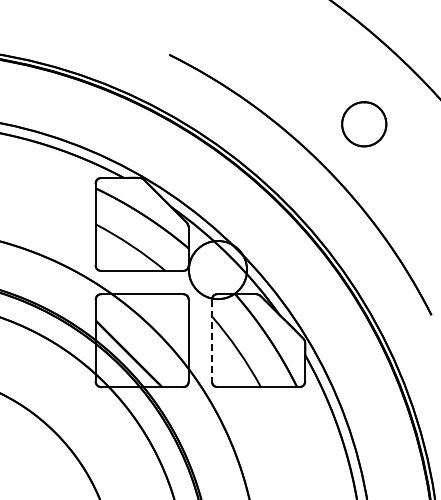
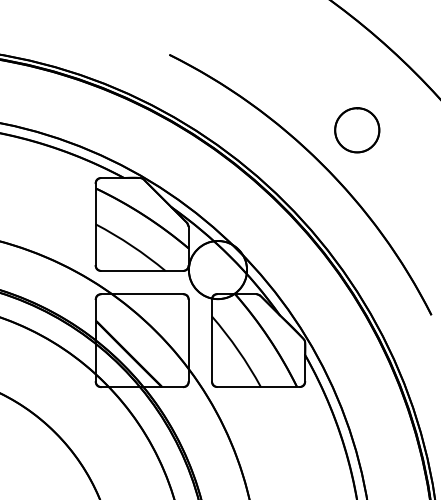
part at (364, 124) position: (364, 124) -> (357, 130)
line at (211, 340): dashed -> solid
